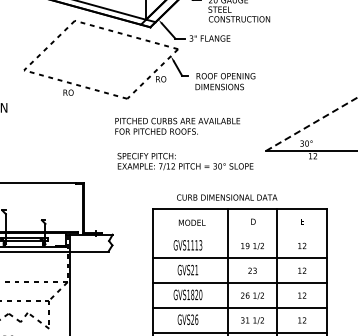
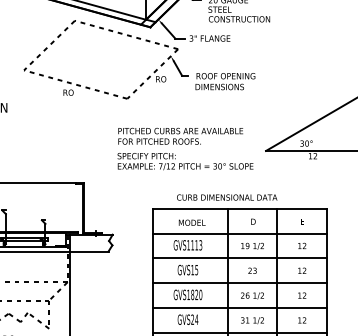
line at (311, 124): dashed -> solid
text at (177, 125) position: (177, 125) -> (180, 135)
line at (240, 233): none -> present
text at (194, 269): GVS21 -> GVS15
text at (196, 319): GVS26 -> GVS24
